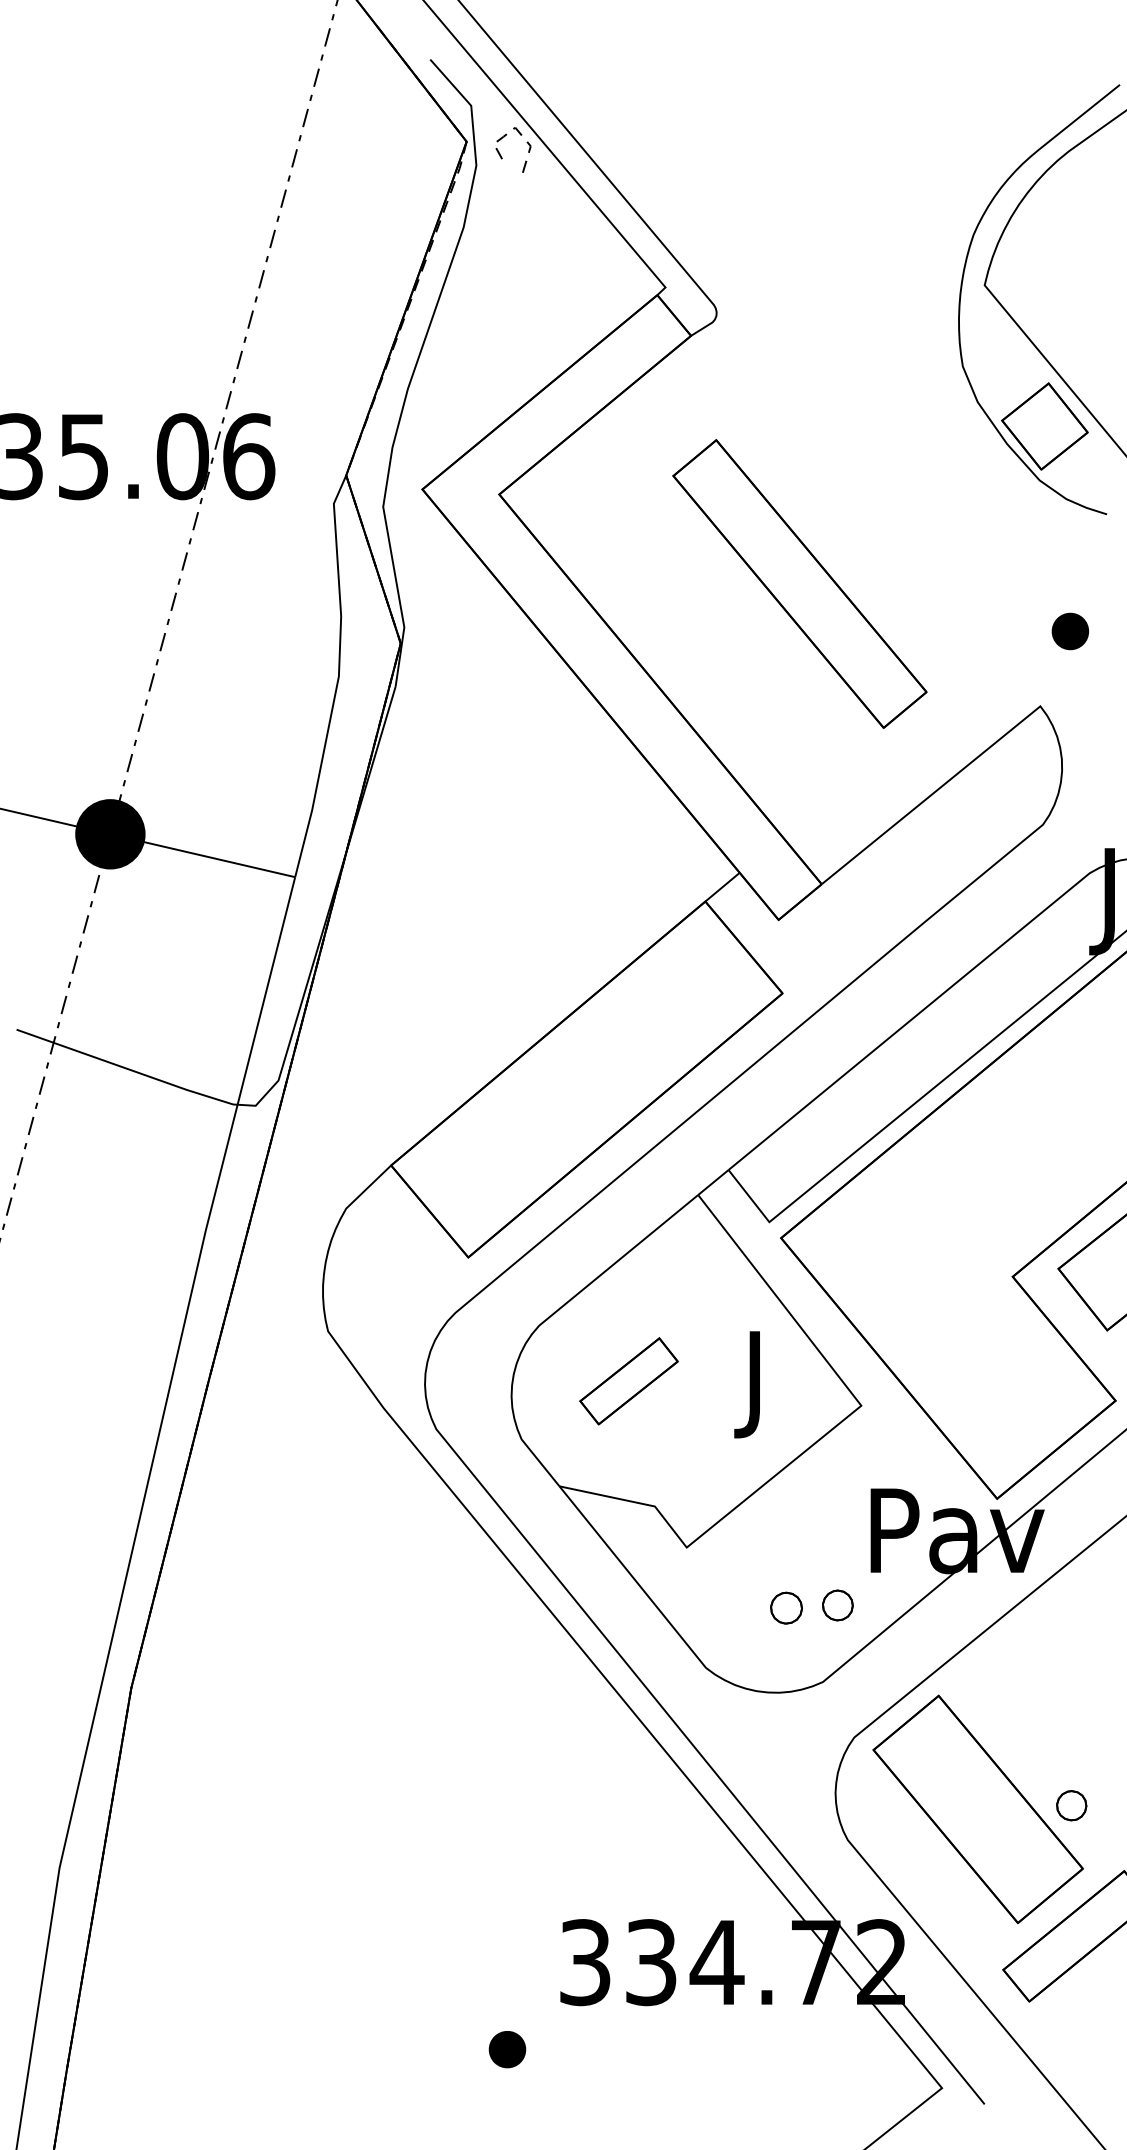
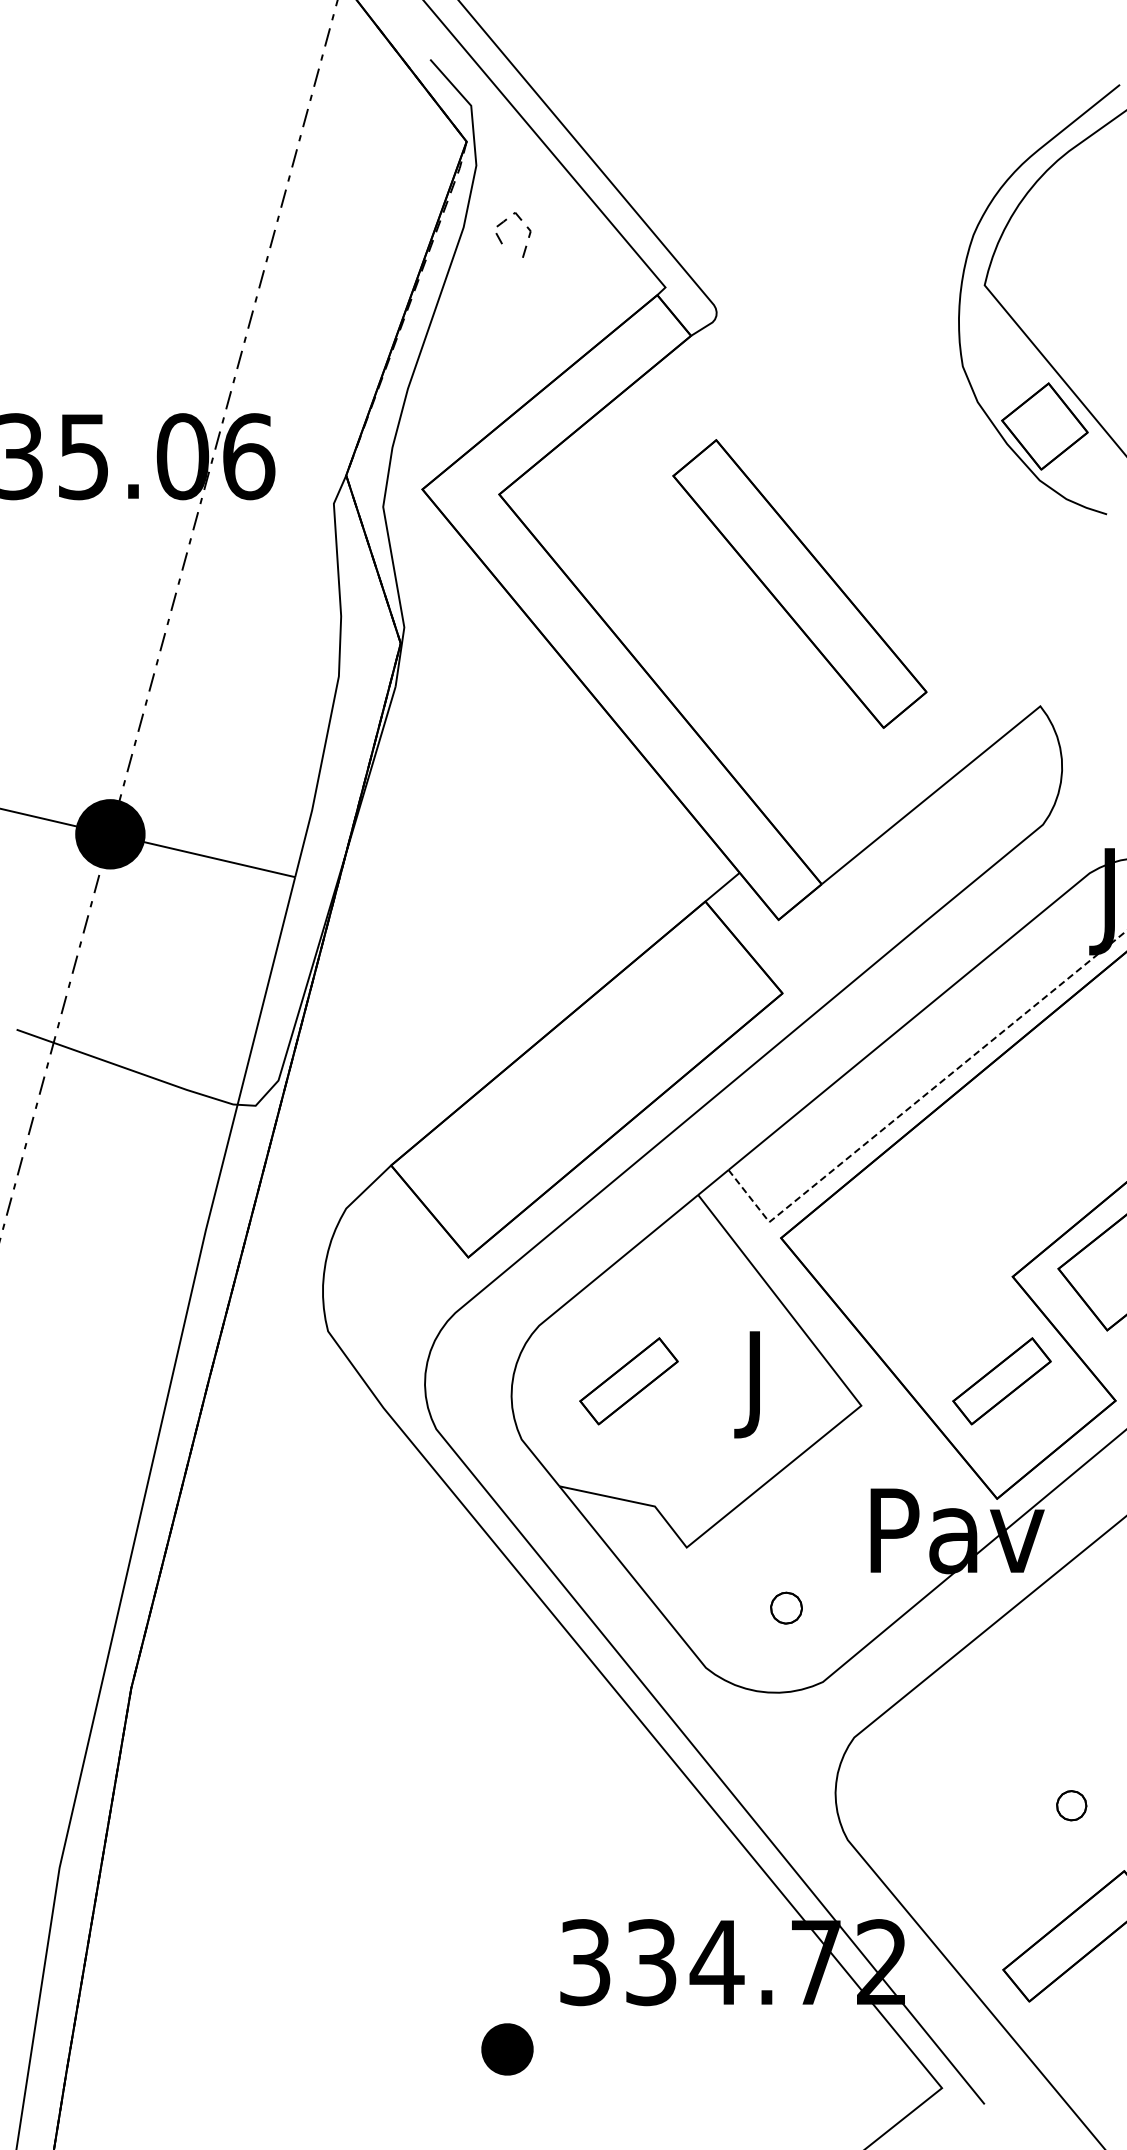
curve at (501, 155) position: (501, 155) -> (501, 240)
part at (1069, 631): present -> none
line at (921, 1097): solid -> dashed
part at (1001, 1381): none -> present
part at (837, 1605): present -> none
part at (977, 1809): present -> none
part at (507, 2049) size: 39x38 px -> 53x53 px
